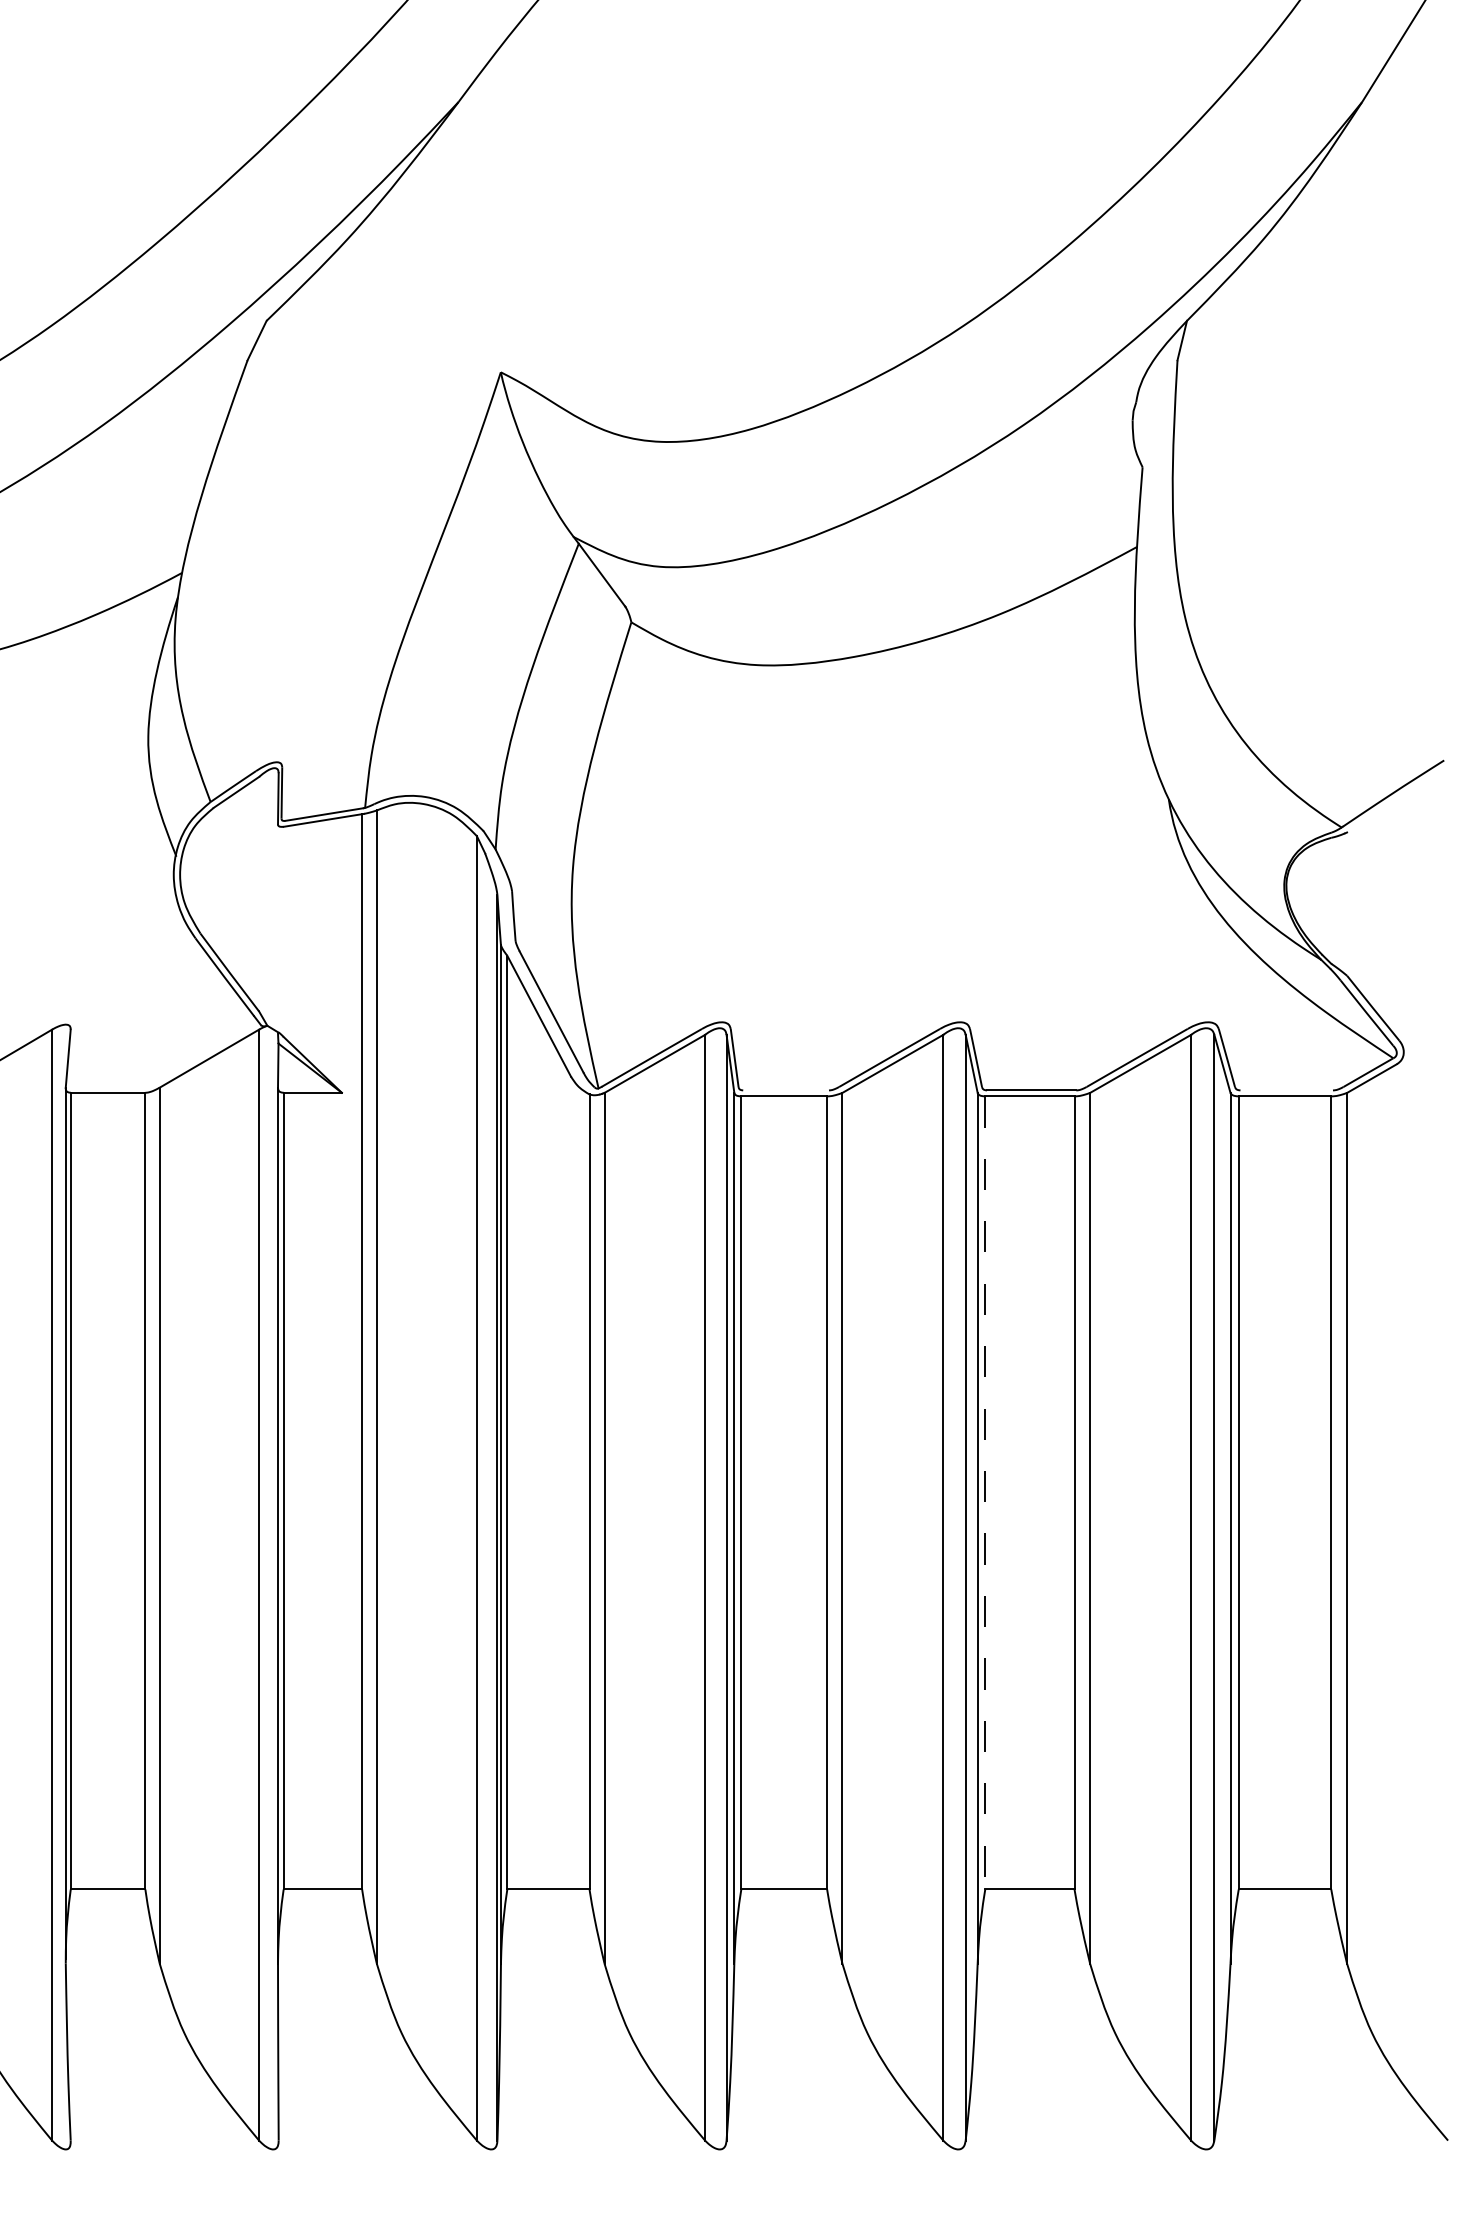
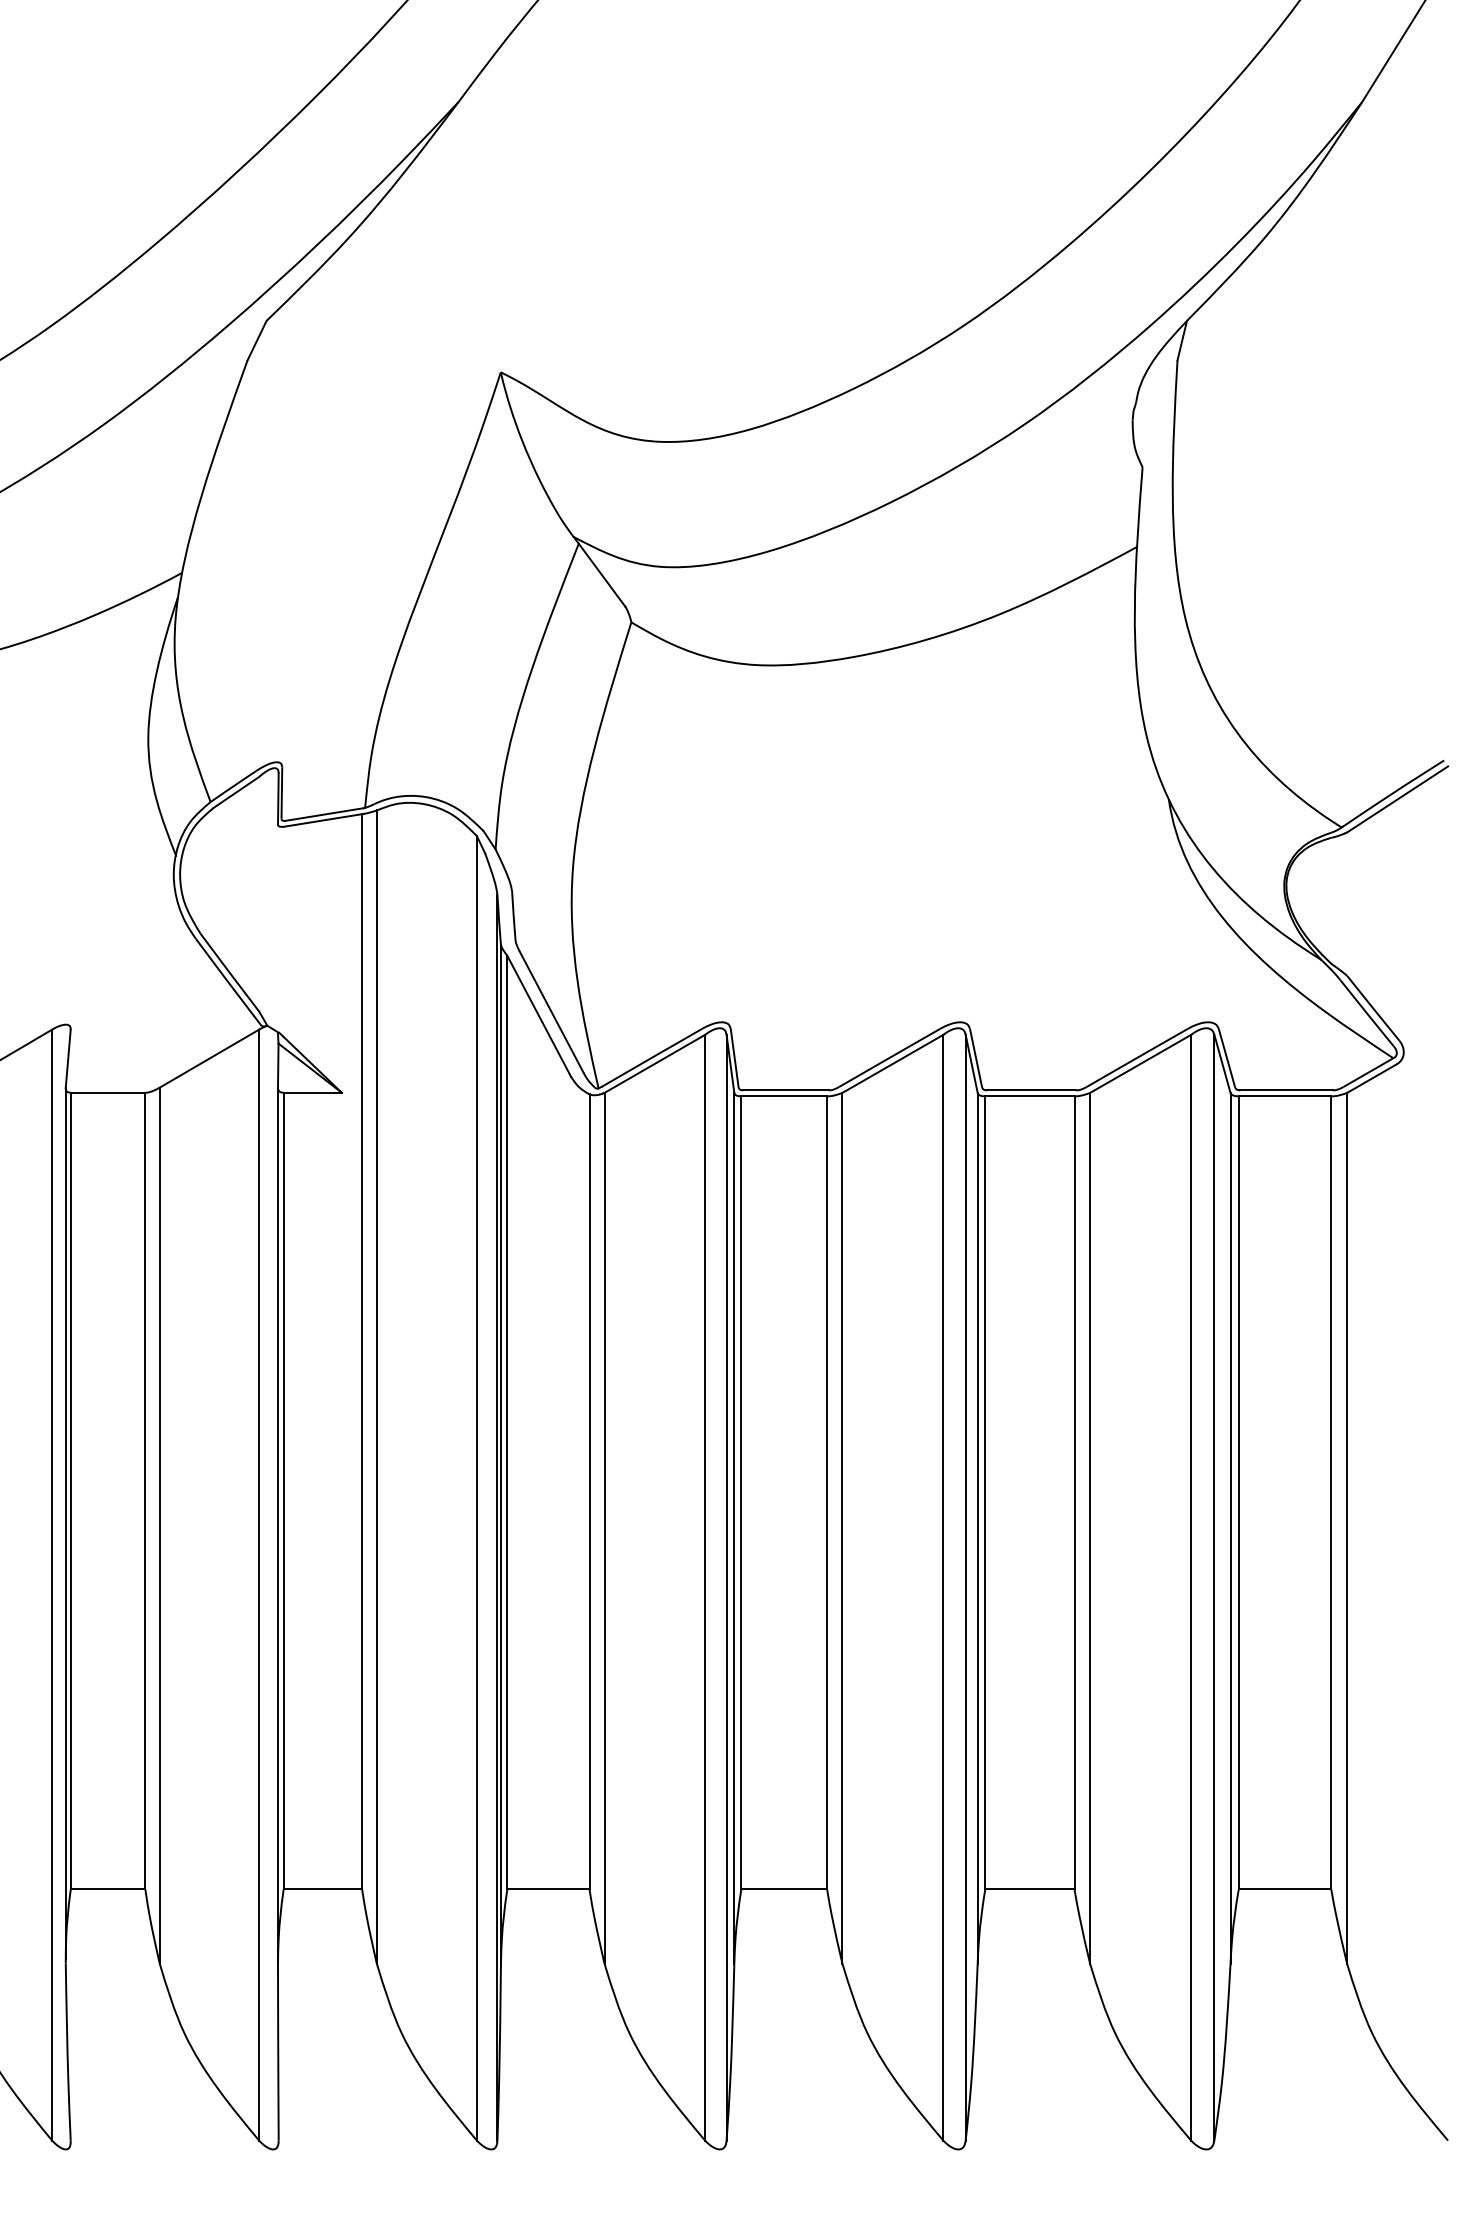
line at (1397, 799): none -> present
line at (785, 1090): none -> present
line at (1286, 1090): none -> present
line at (985, 1492): dashed -> solid
